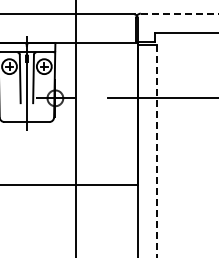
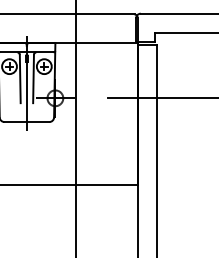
line at (179, 13): dashed -> solid
line at (156, 151): dashed -> solid
